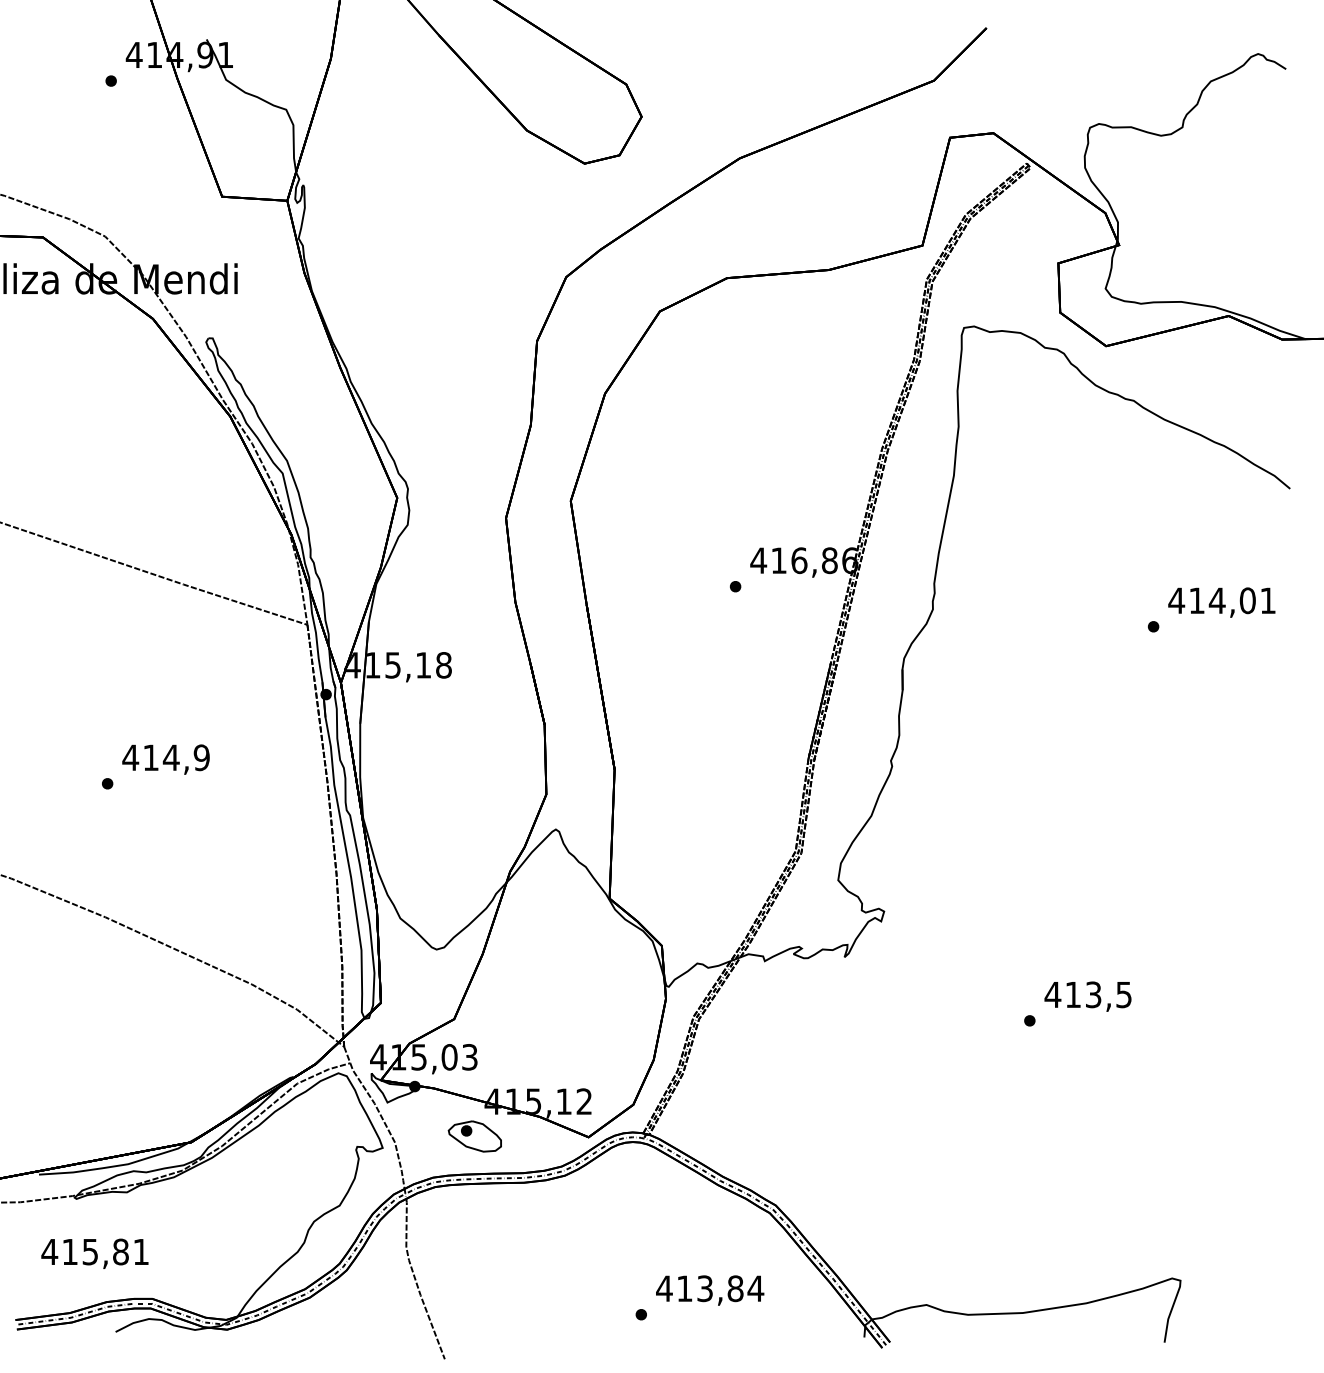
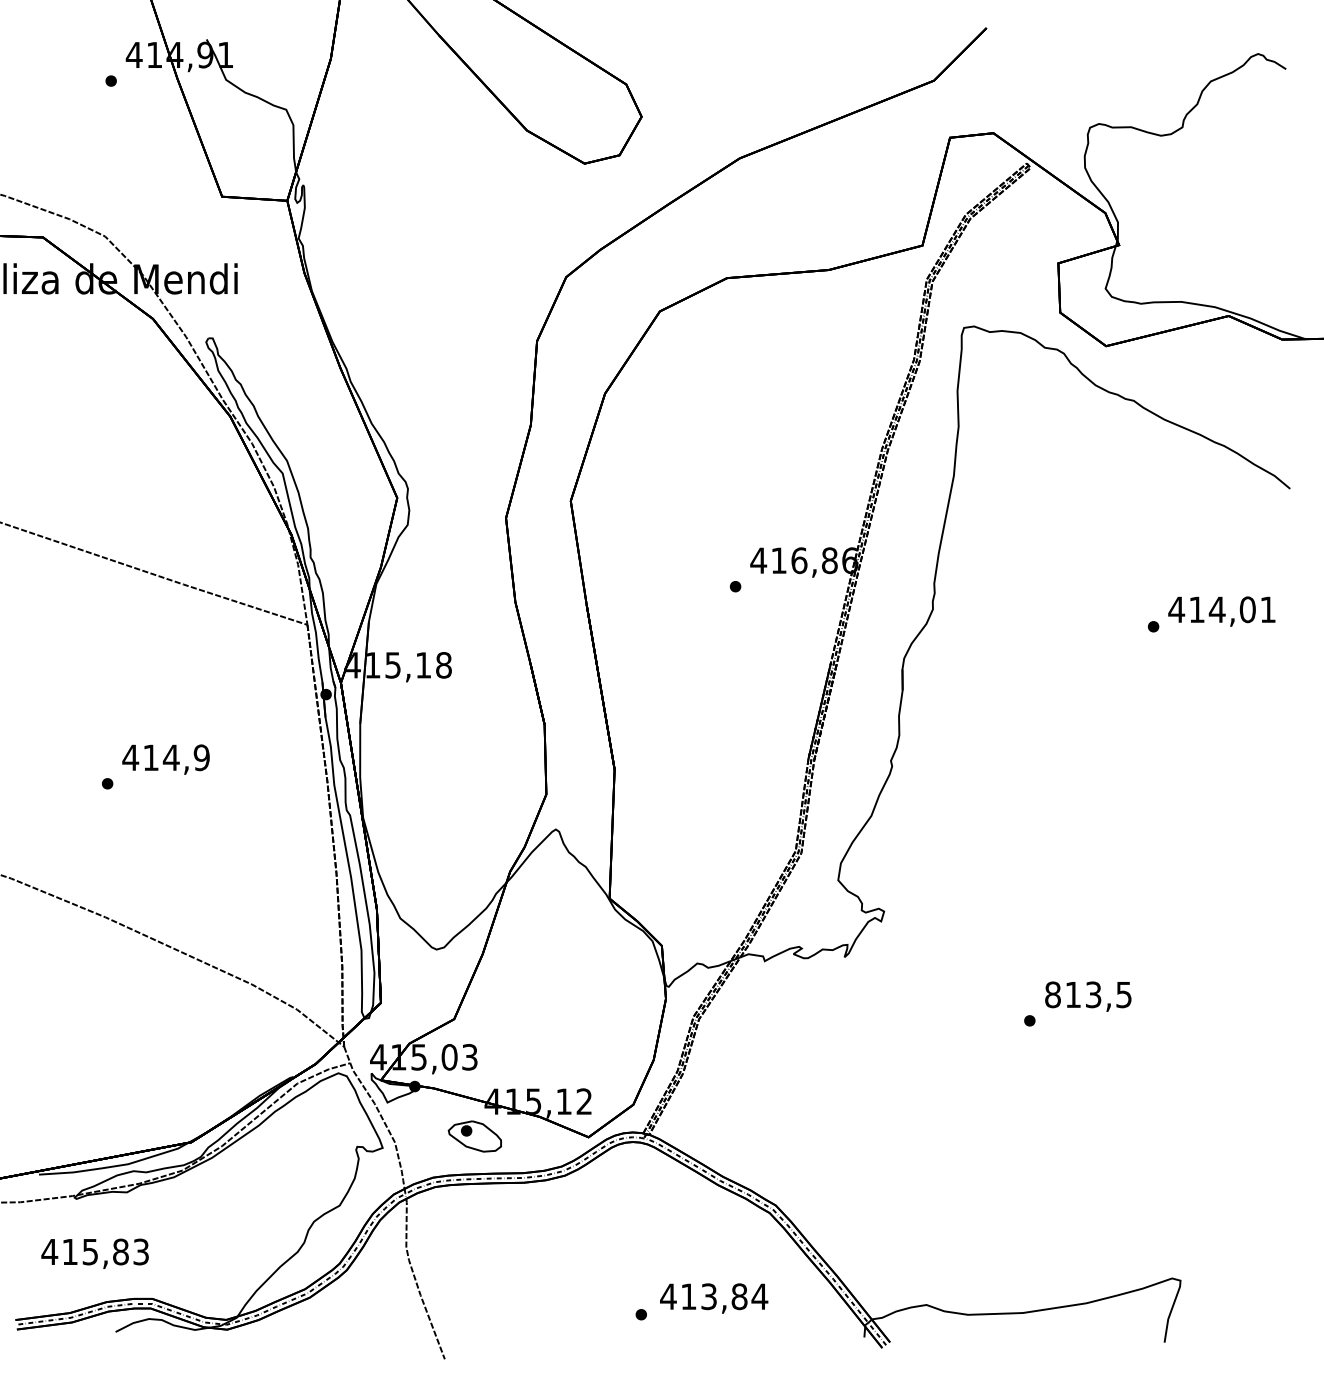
text at (1221, 602) position: (1221, 602) -> (1221, 611)
text at (1052, 994): 413,5 -> 813,5
text at (140, 1251): 415,81 -> 415,83
text at (710, 1290) position: (710, 1290) -> (714, 1298)
